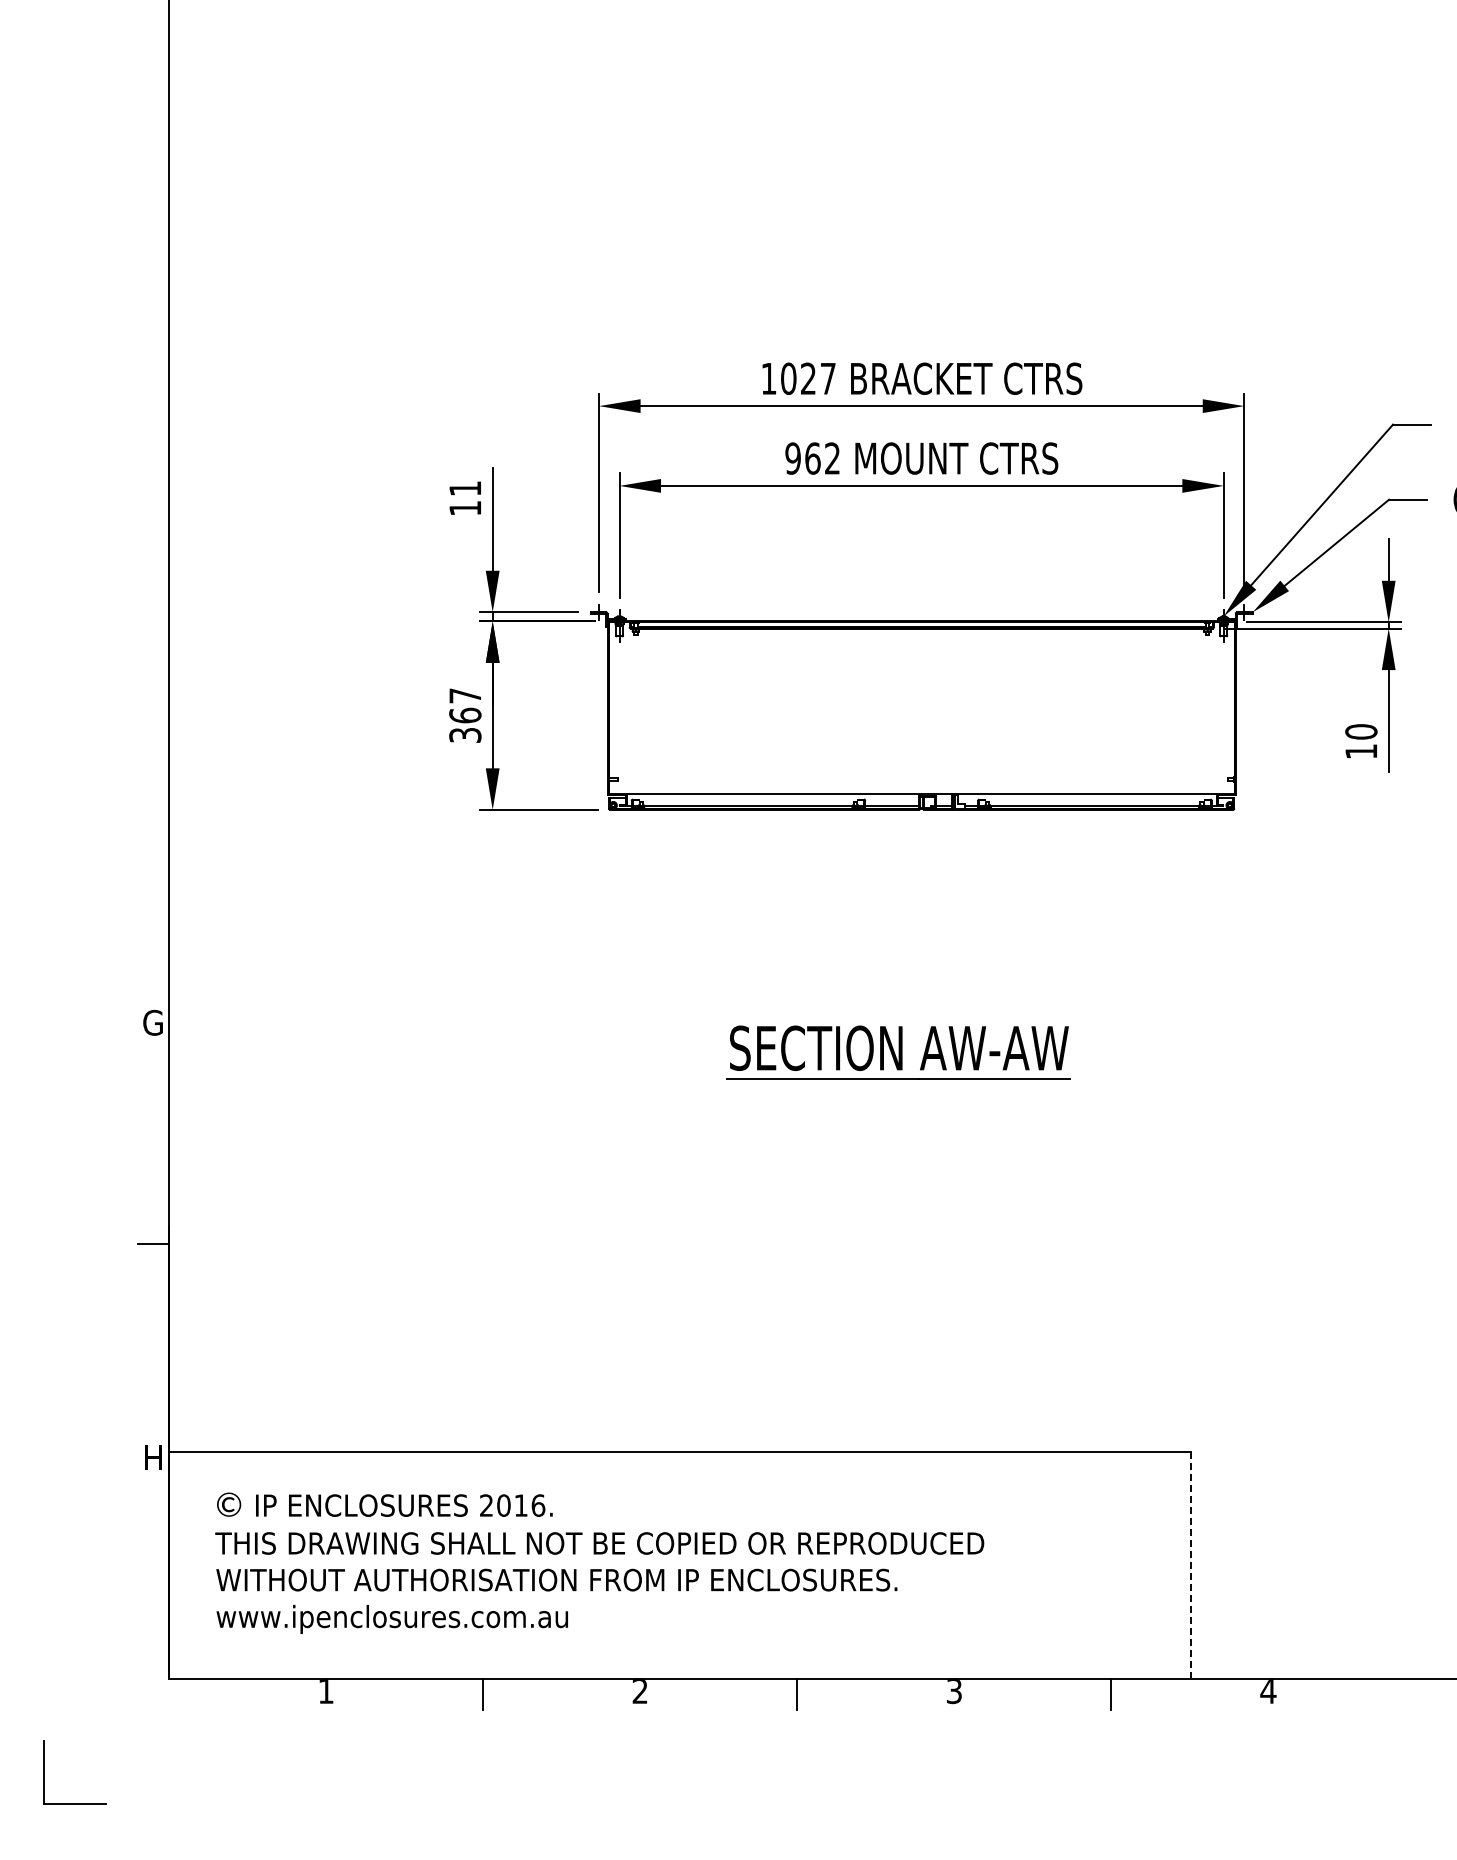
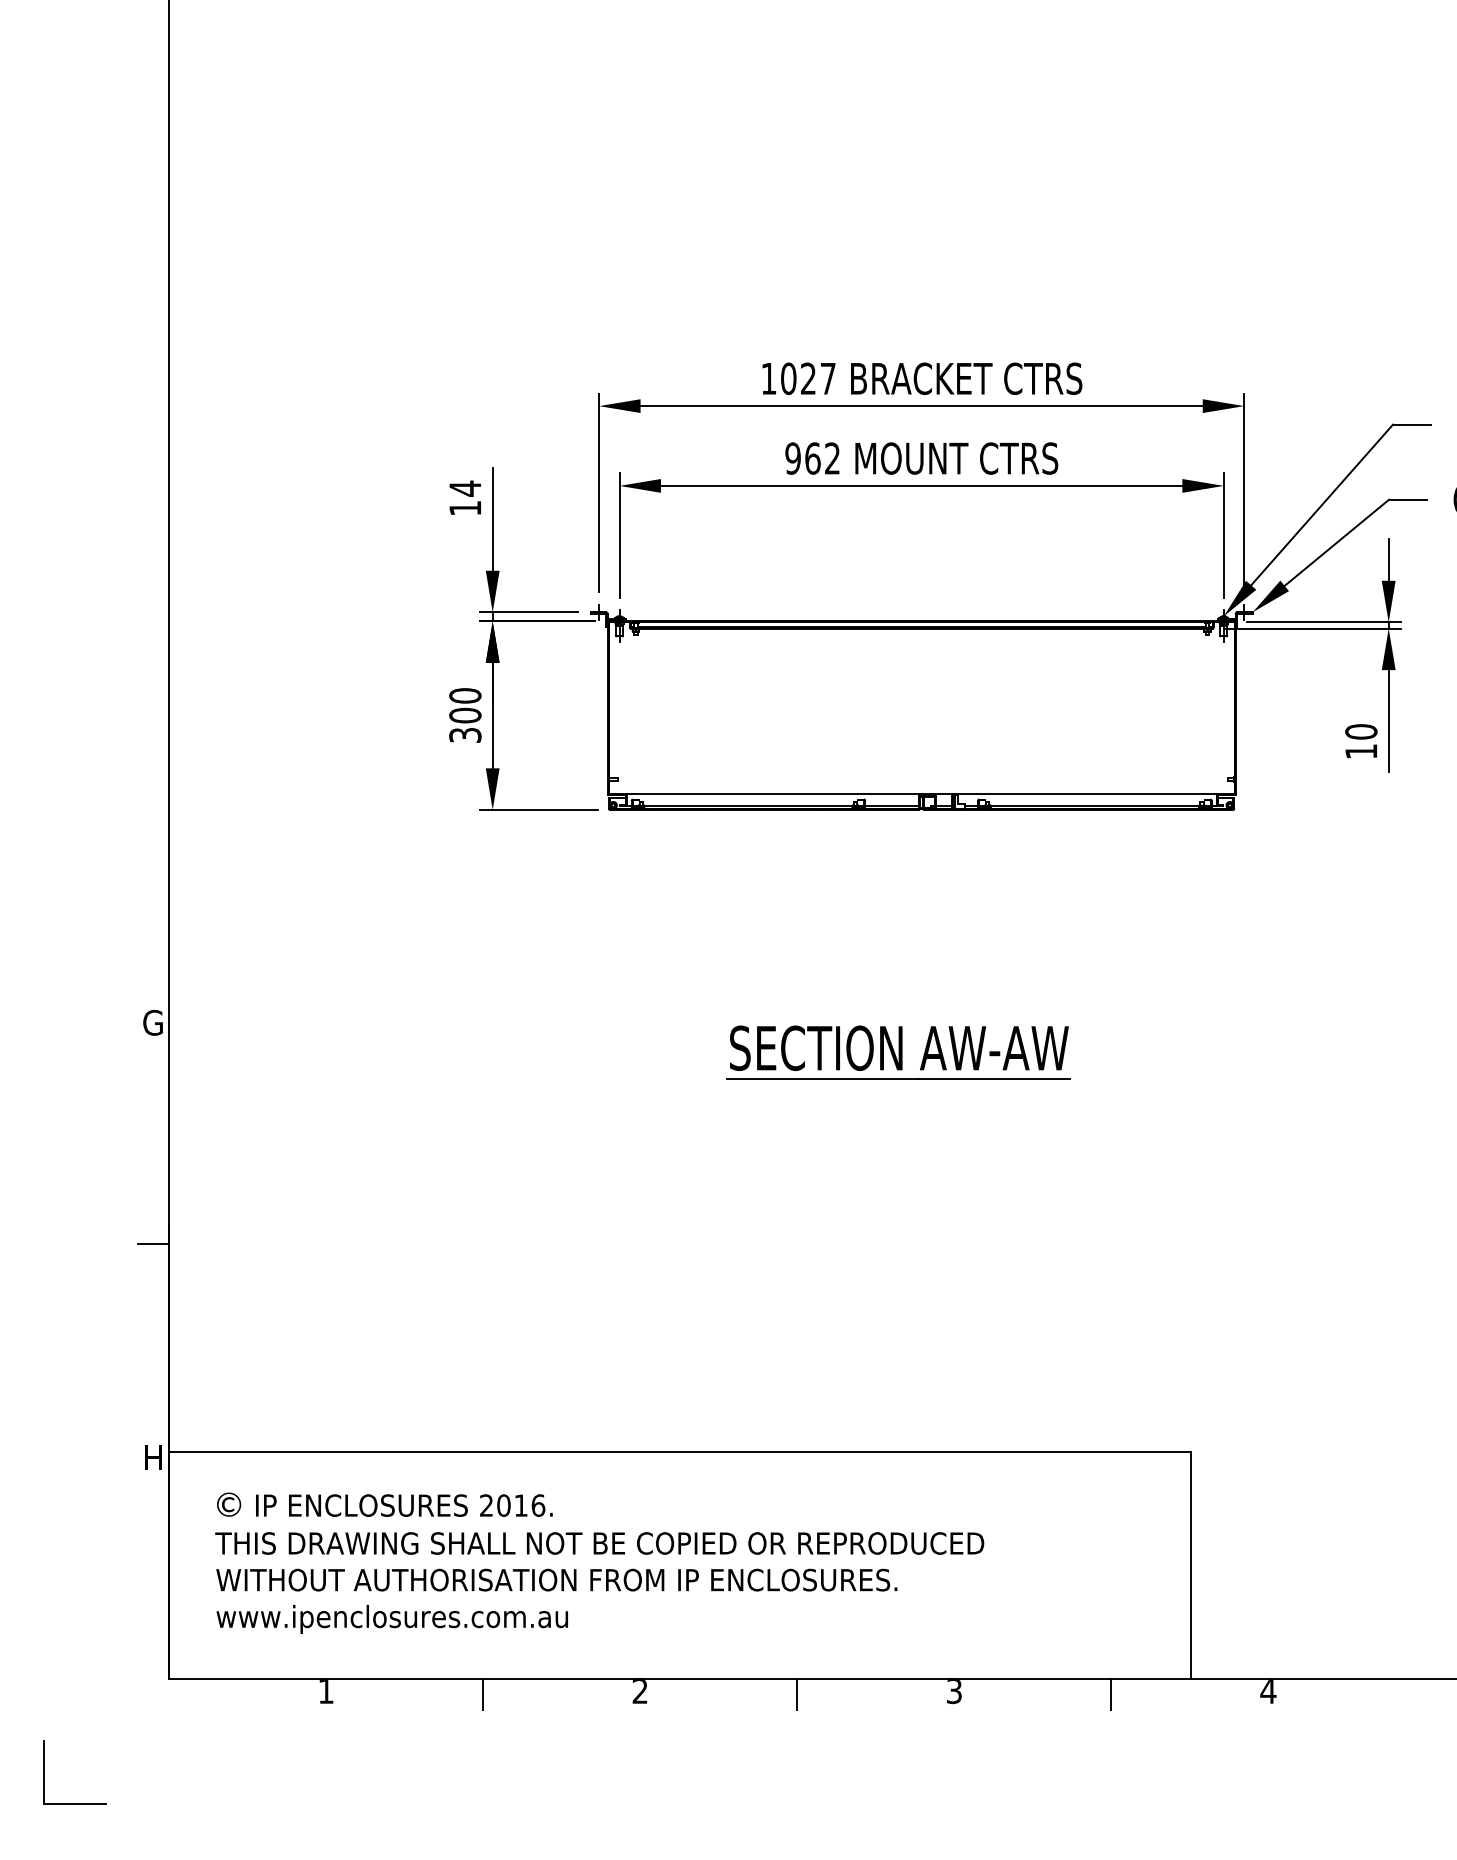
text at (464, 488): 11 -> 14
text at (465, 705): 367 -> 300
line at (1190, 1564): dashed -> solid
